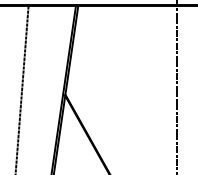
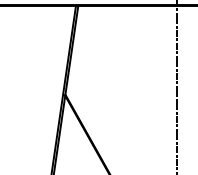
line at (21, 88): present -> none
